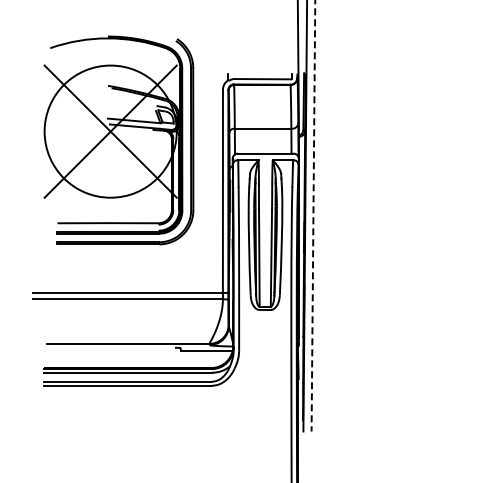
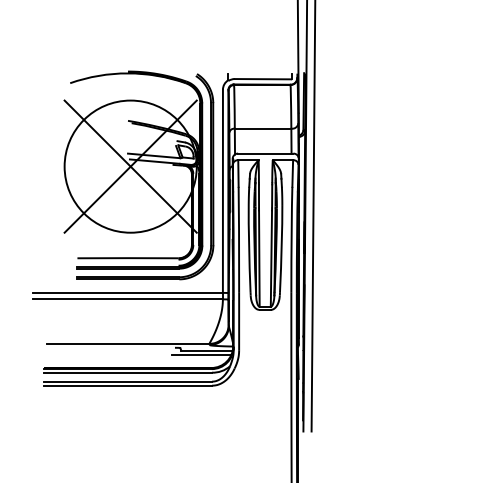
part at (118, 140) position: (118, 140) -> (138, 175)
line at (313, 215): dashed -> solid
line at (201, 355): none -> present
